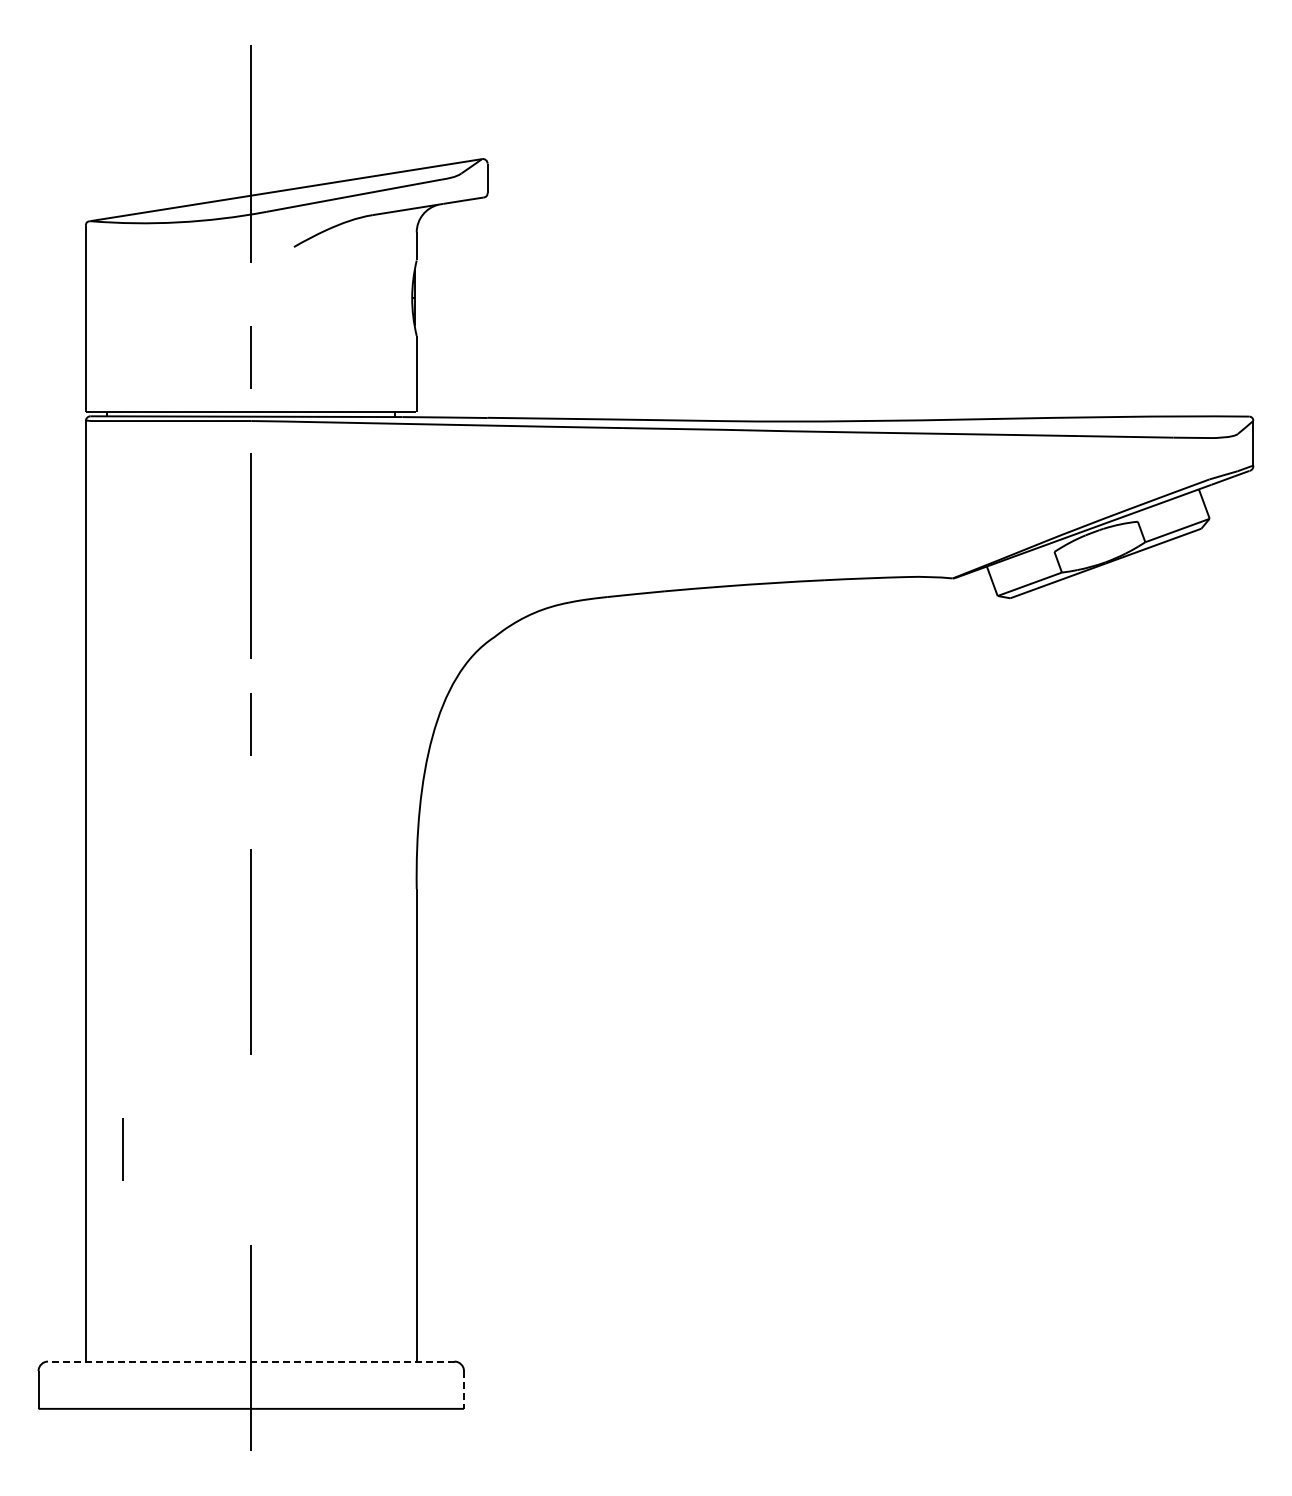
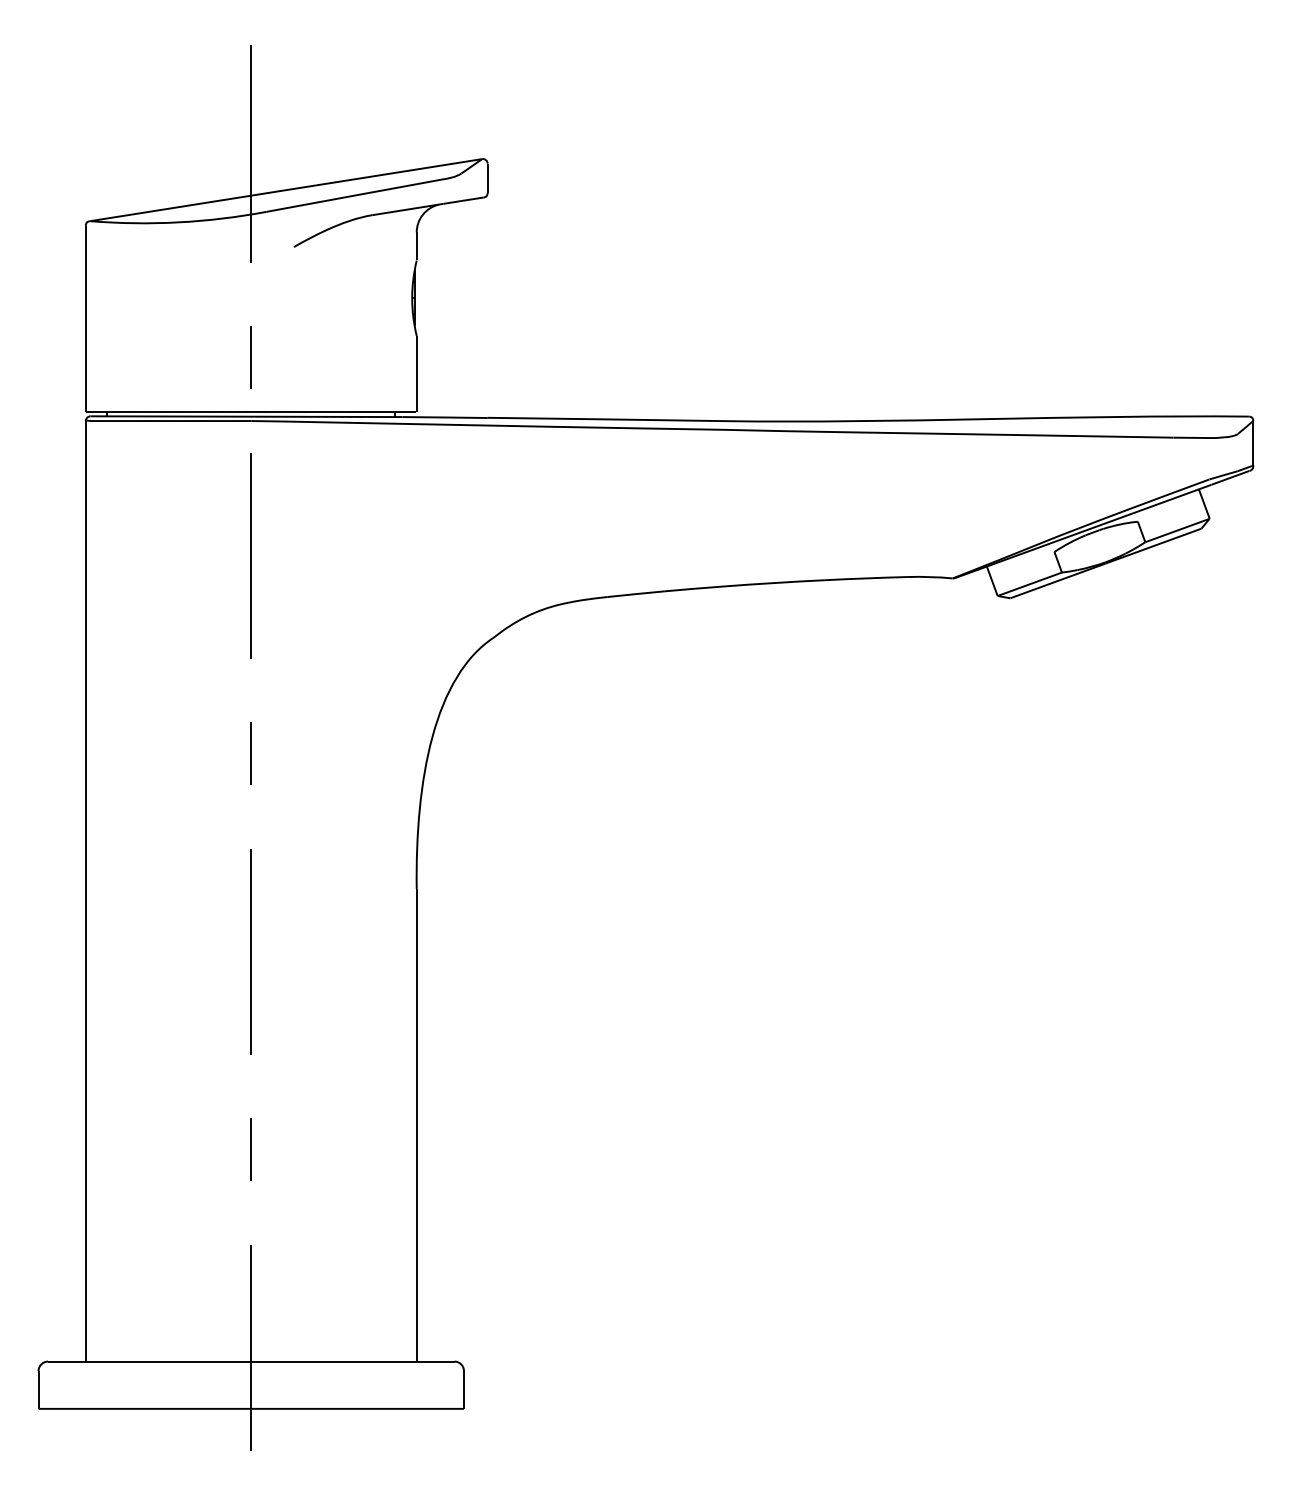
line at (250, 724) position: (250, 724) -> (250, 753)
line at (122, 1149) position: (122, 1149) -> (250, 1149)
line at (250, 1361): dashed -> solid
line at (464, 1389): dashed -> solid
